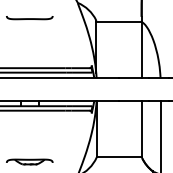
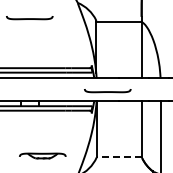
curve at (107, 91): none -> present
line at (119, 156): solid -> dashed
part at (29, 161) position: (29, 161) -> (42, 155)
